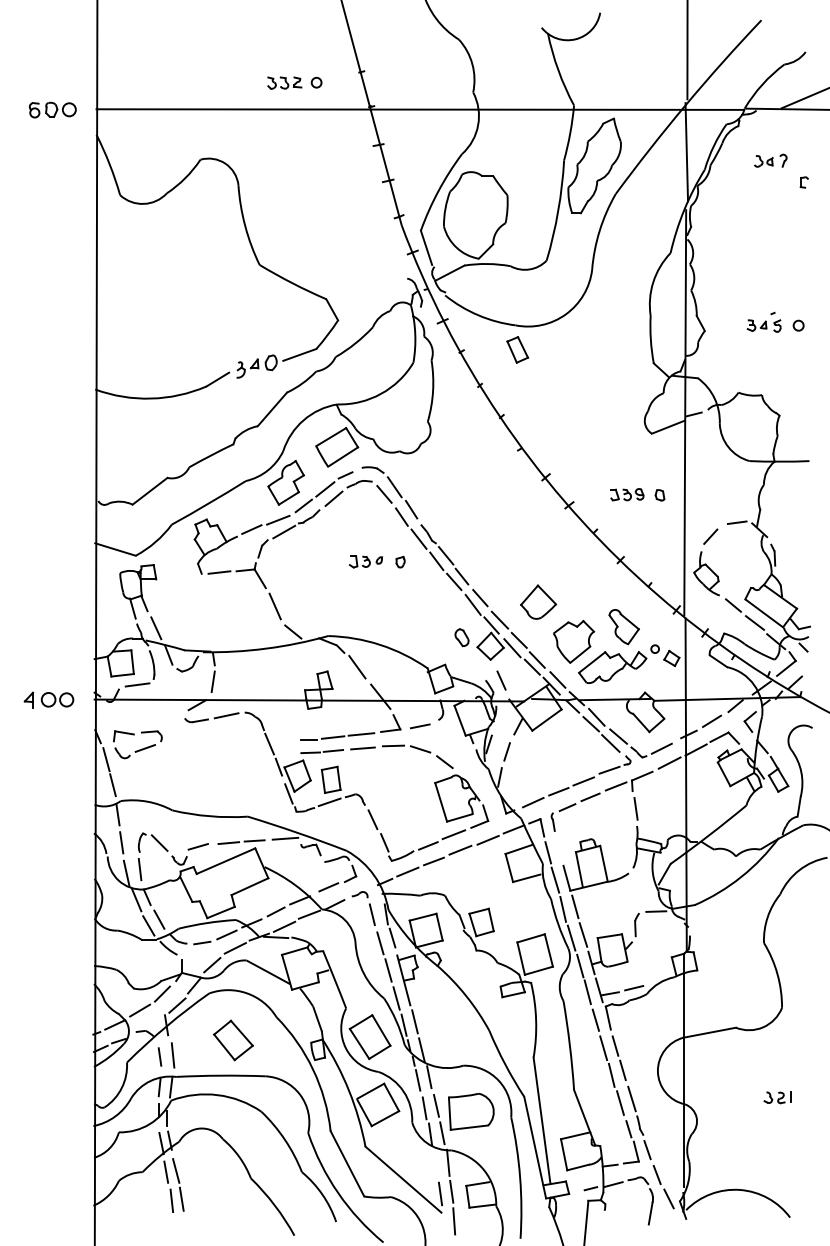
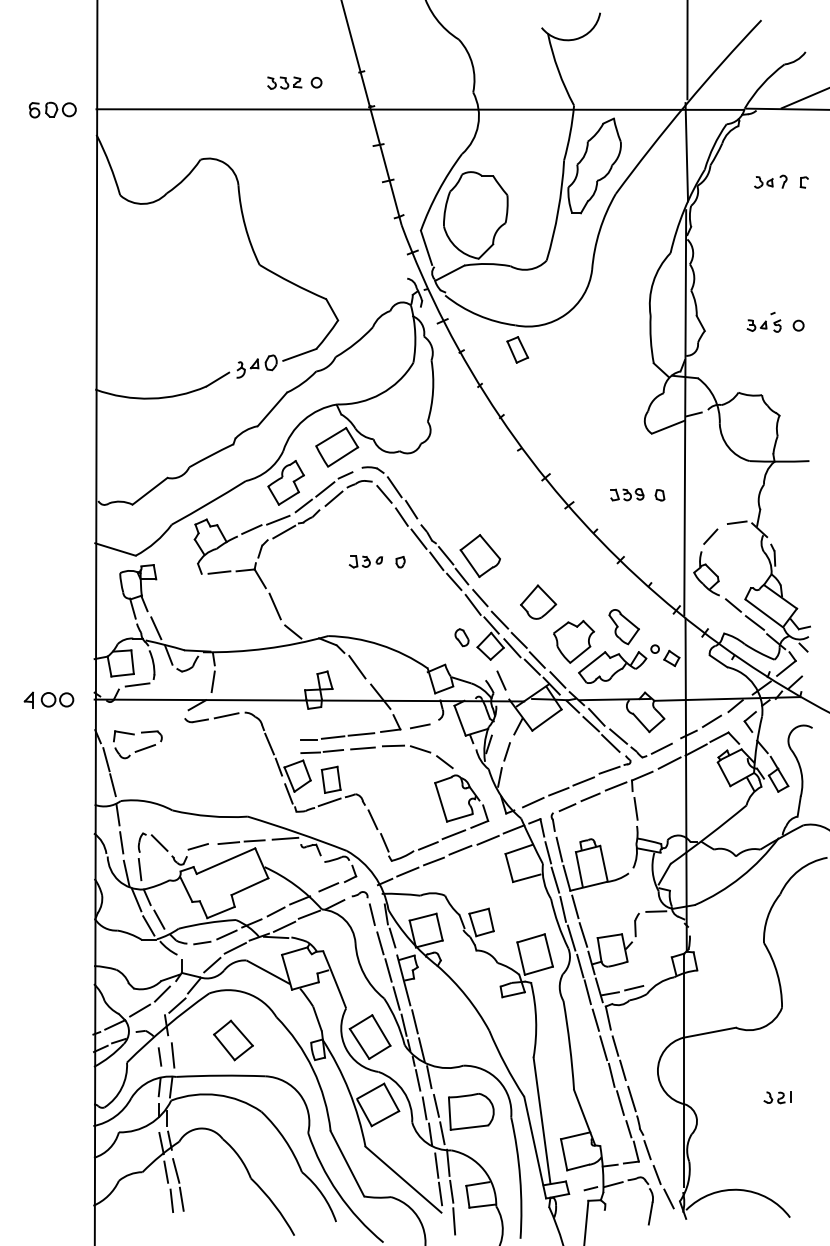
part at (770, 160) position: (770, 160) -> (770, 181)
part at (479, 556): none -> present
line at (559, 849): none -> present
line at (436, 1165): none -> present
